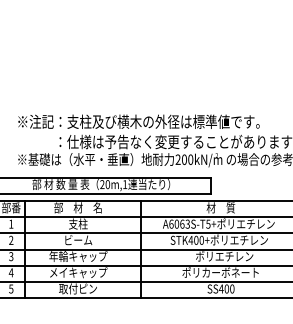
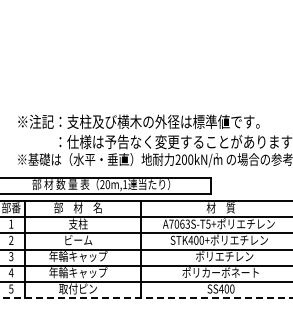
text at (171, 223): A6063S-T5+ -> A7063S-T5+
text at (58, 272): メイキャップ -> 年輪キャップ
line at (146, 298): solid -> dashed
